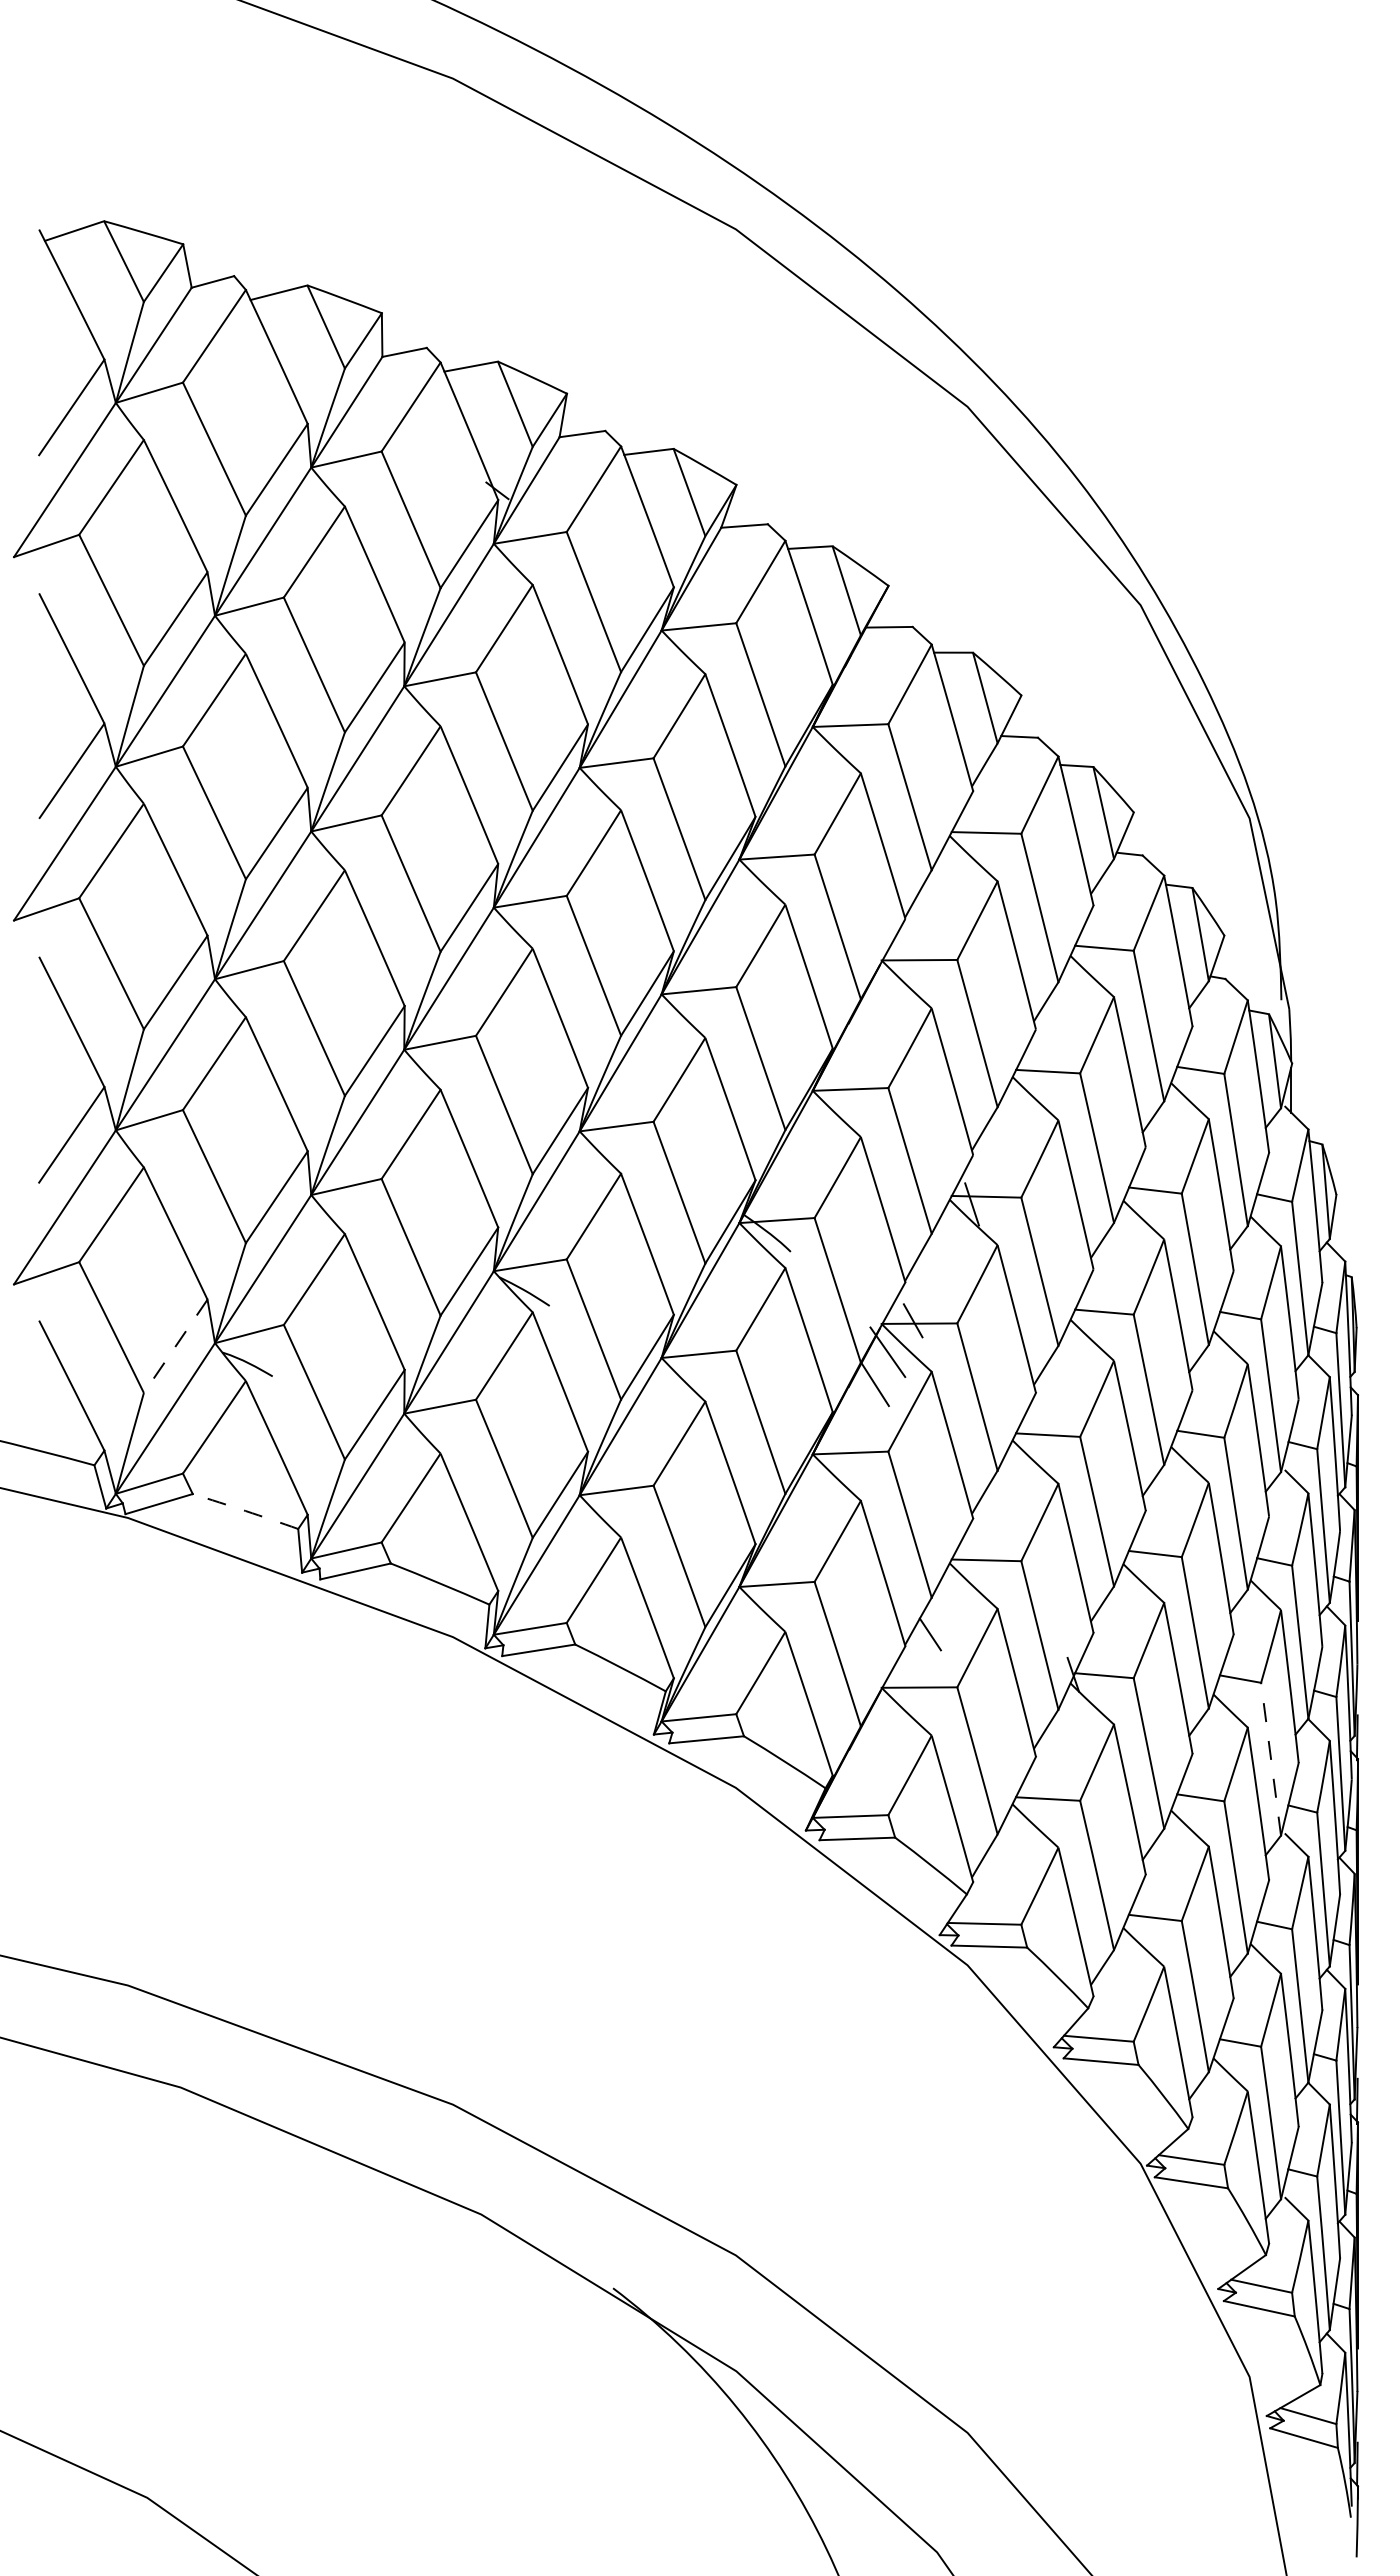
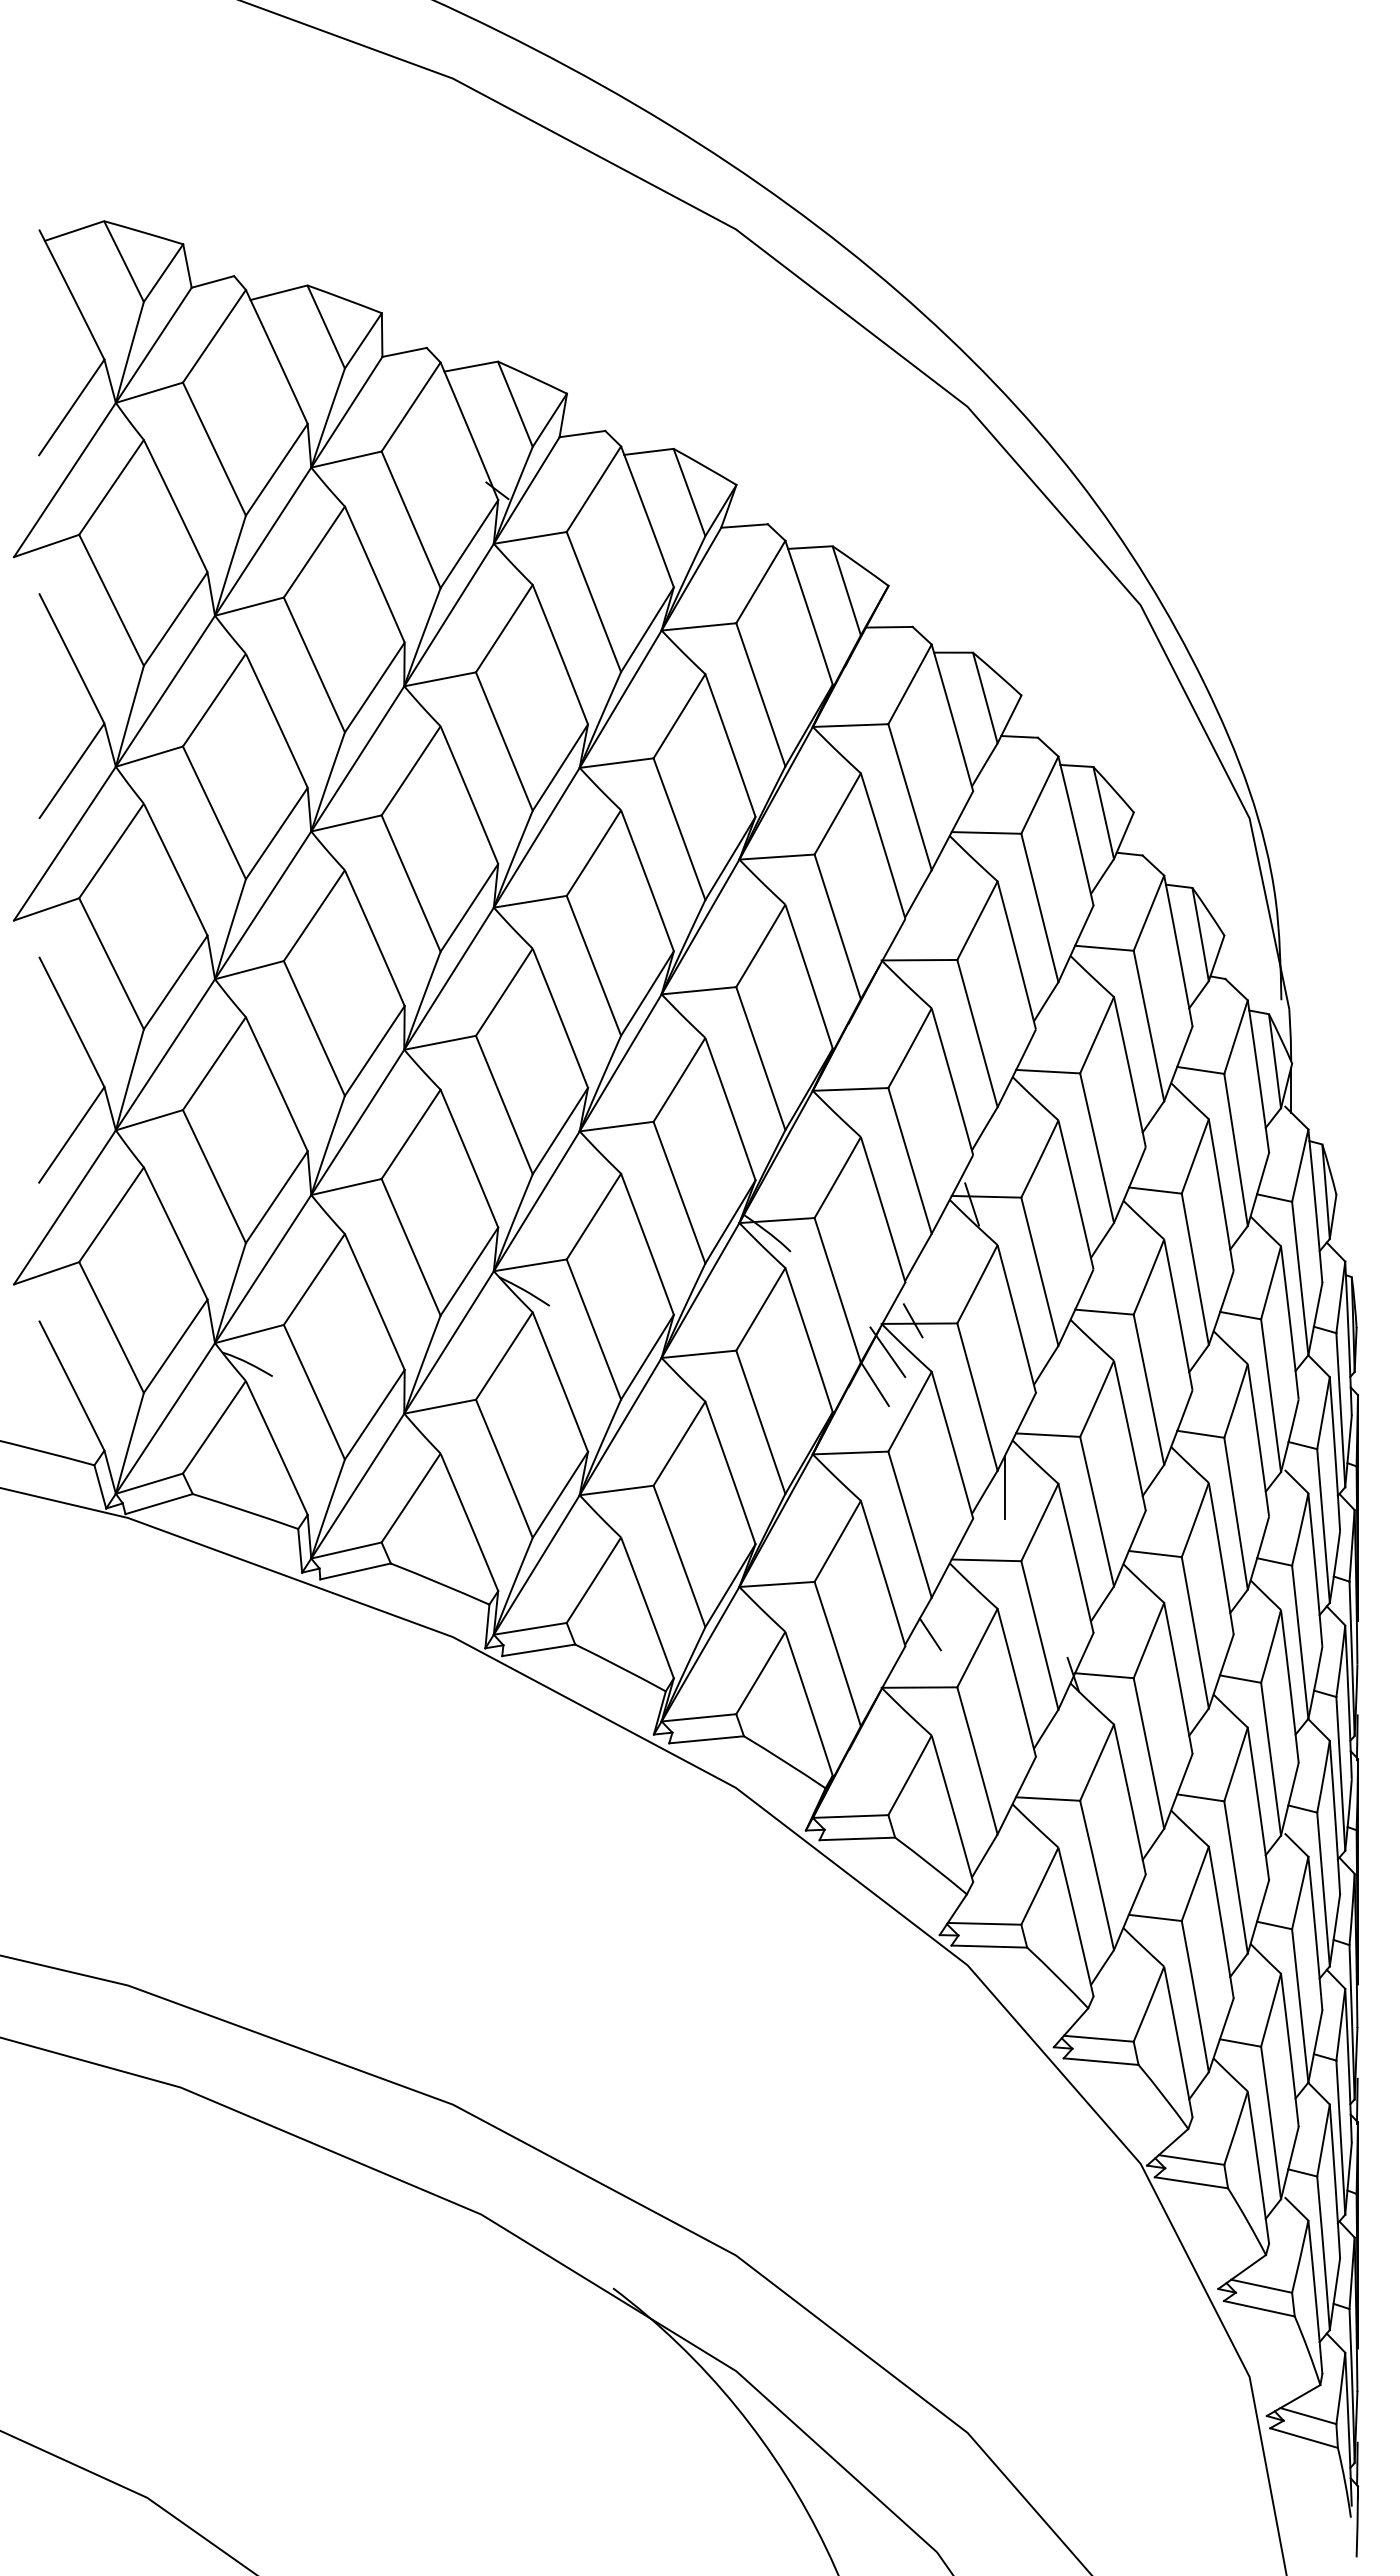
line at (175, 1346): dashed -> solid
line at (1004, 1487): none -> present
arc at (245, 1511): dashed -> solid
line at (1271, 1758): dashed -> solid
